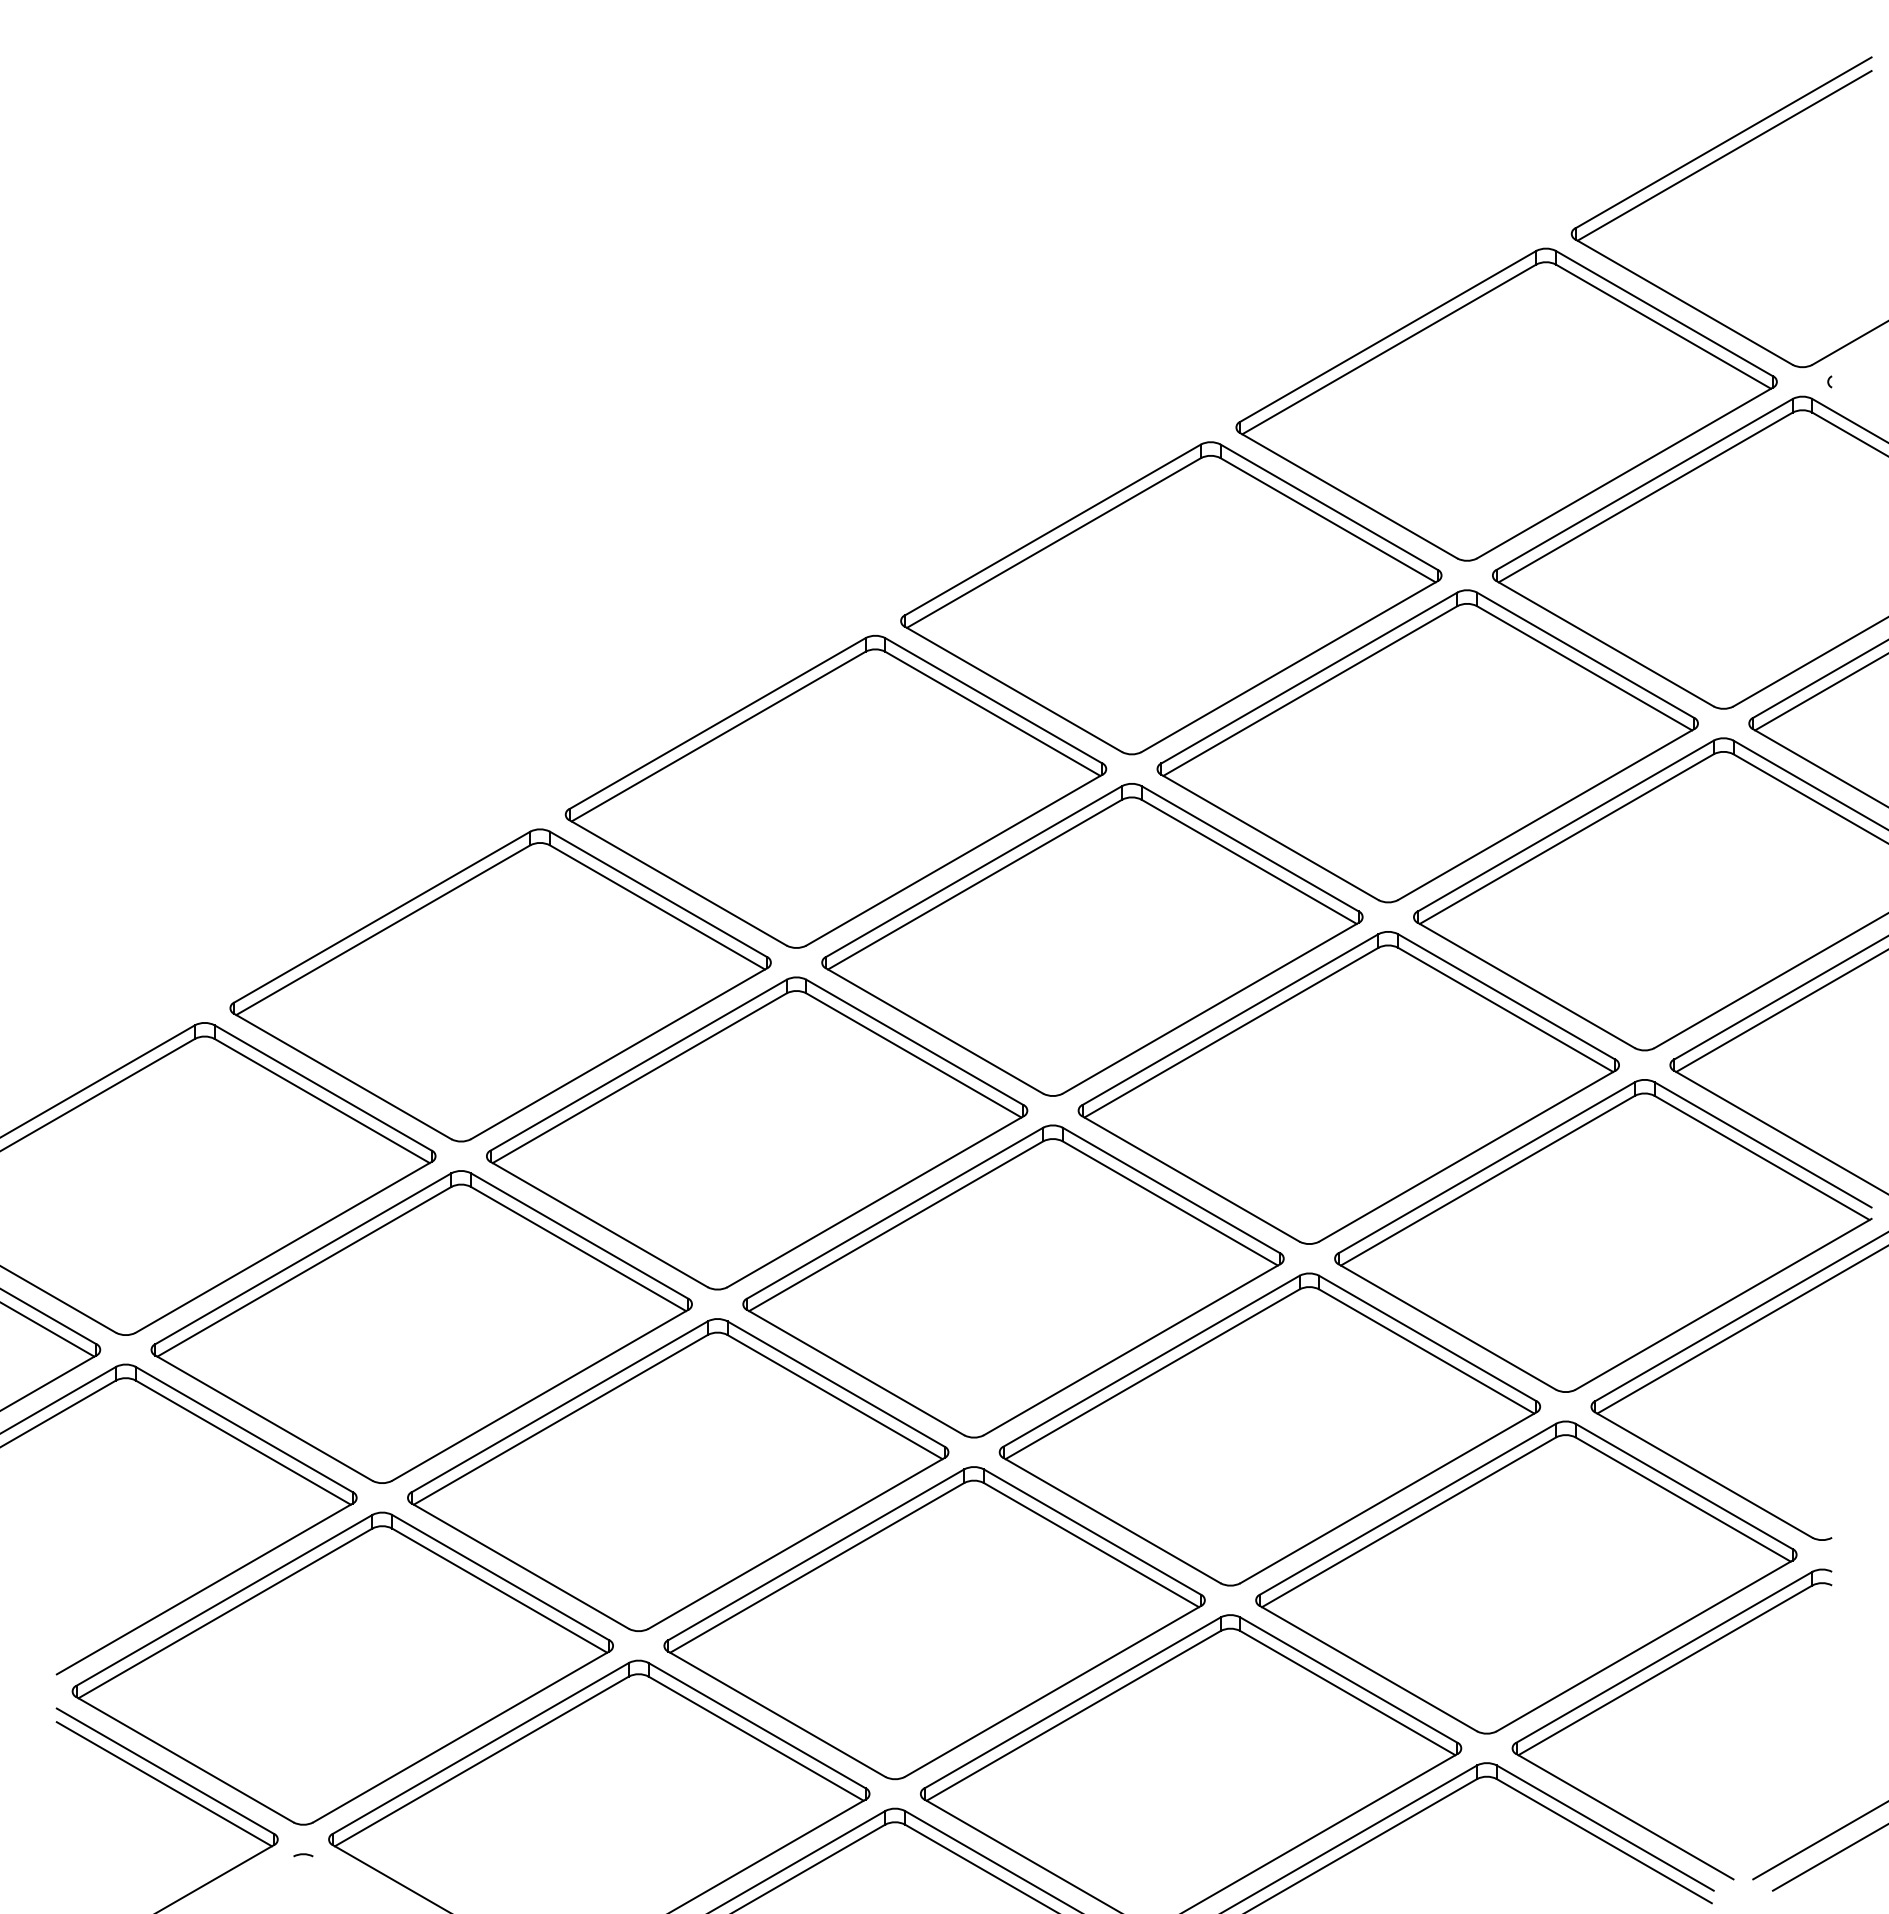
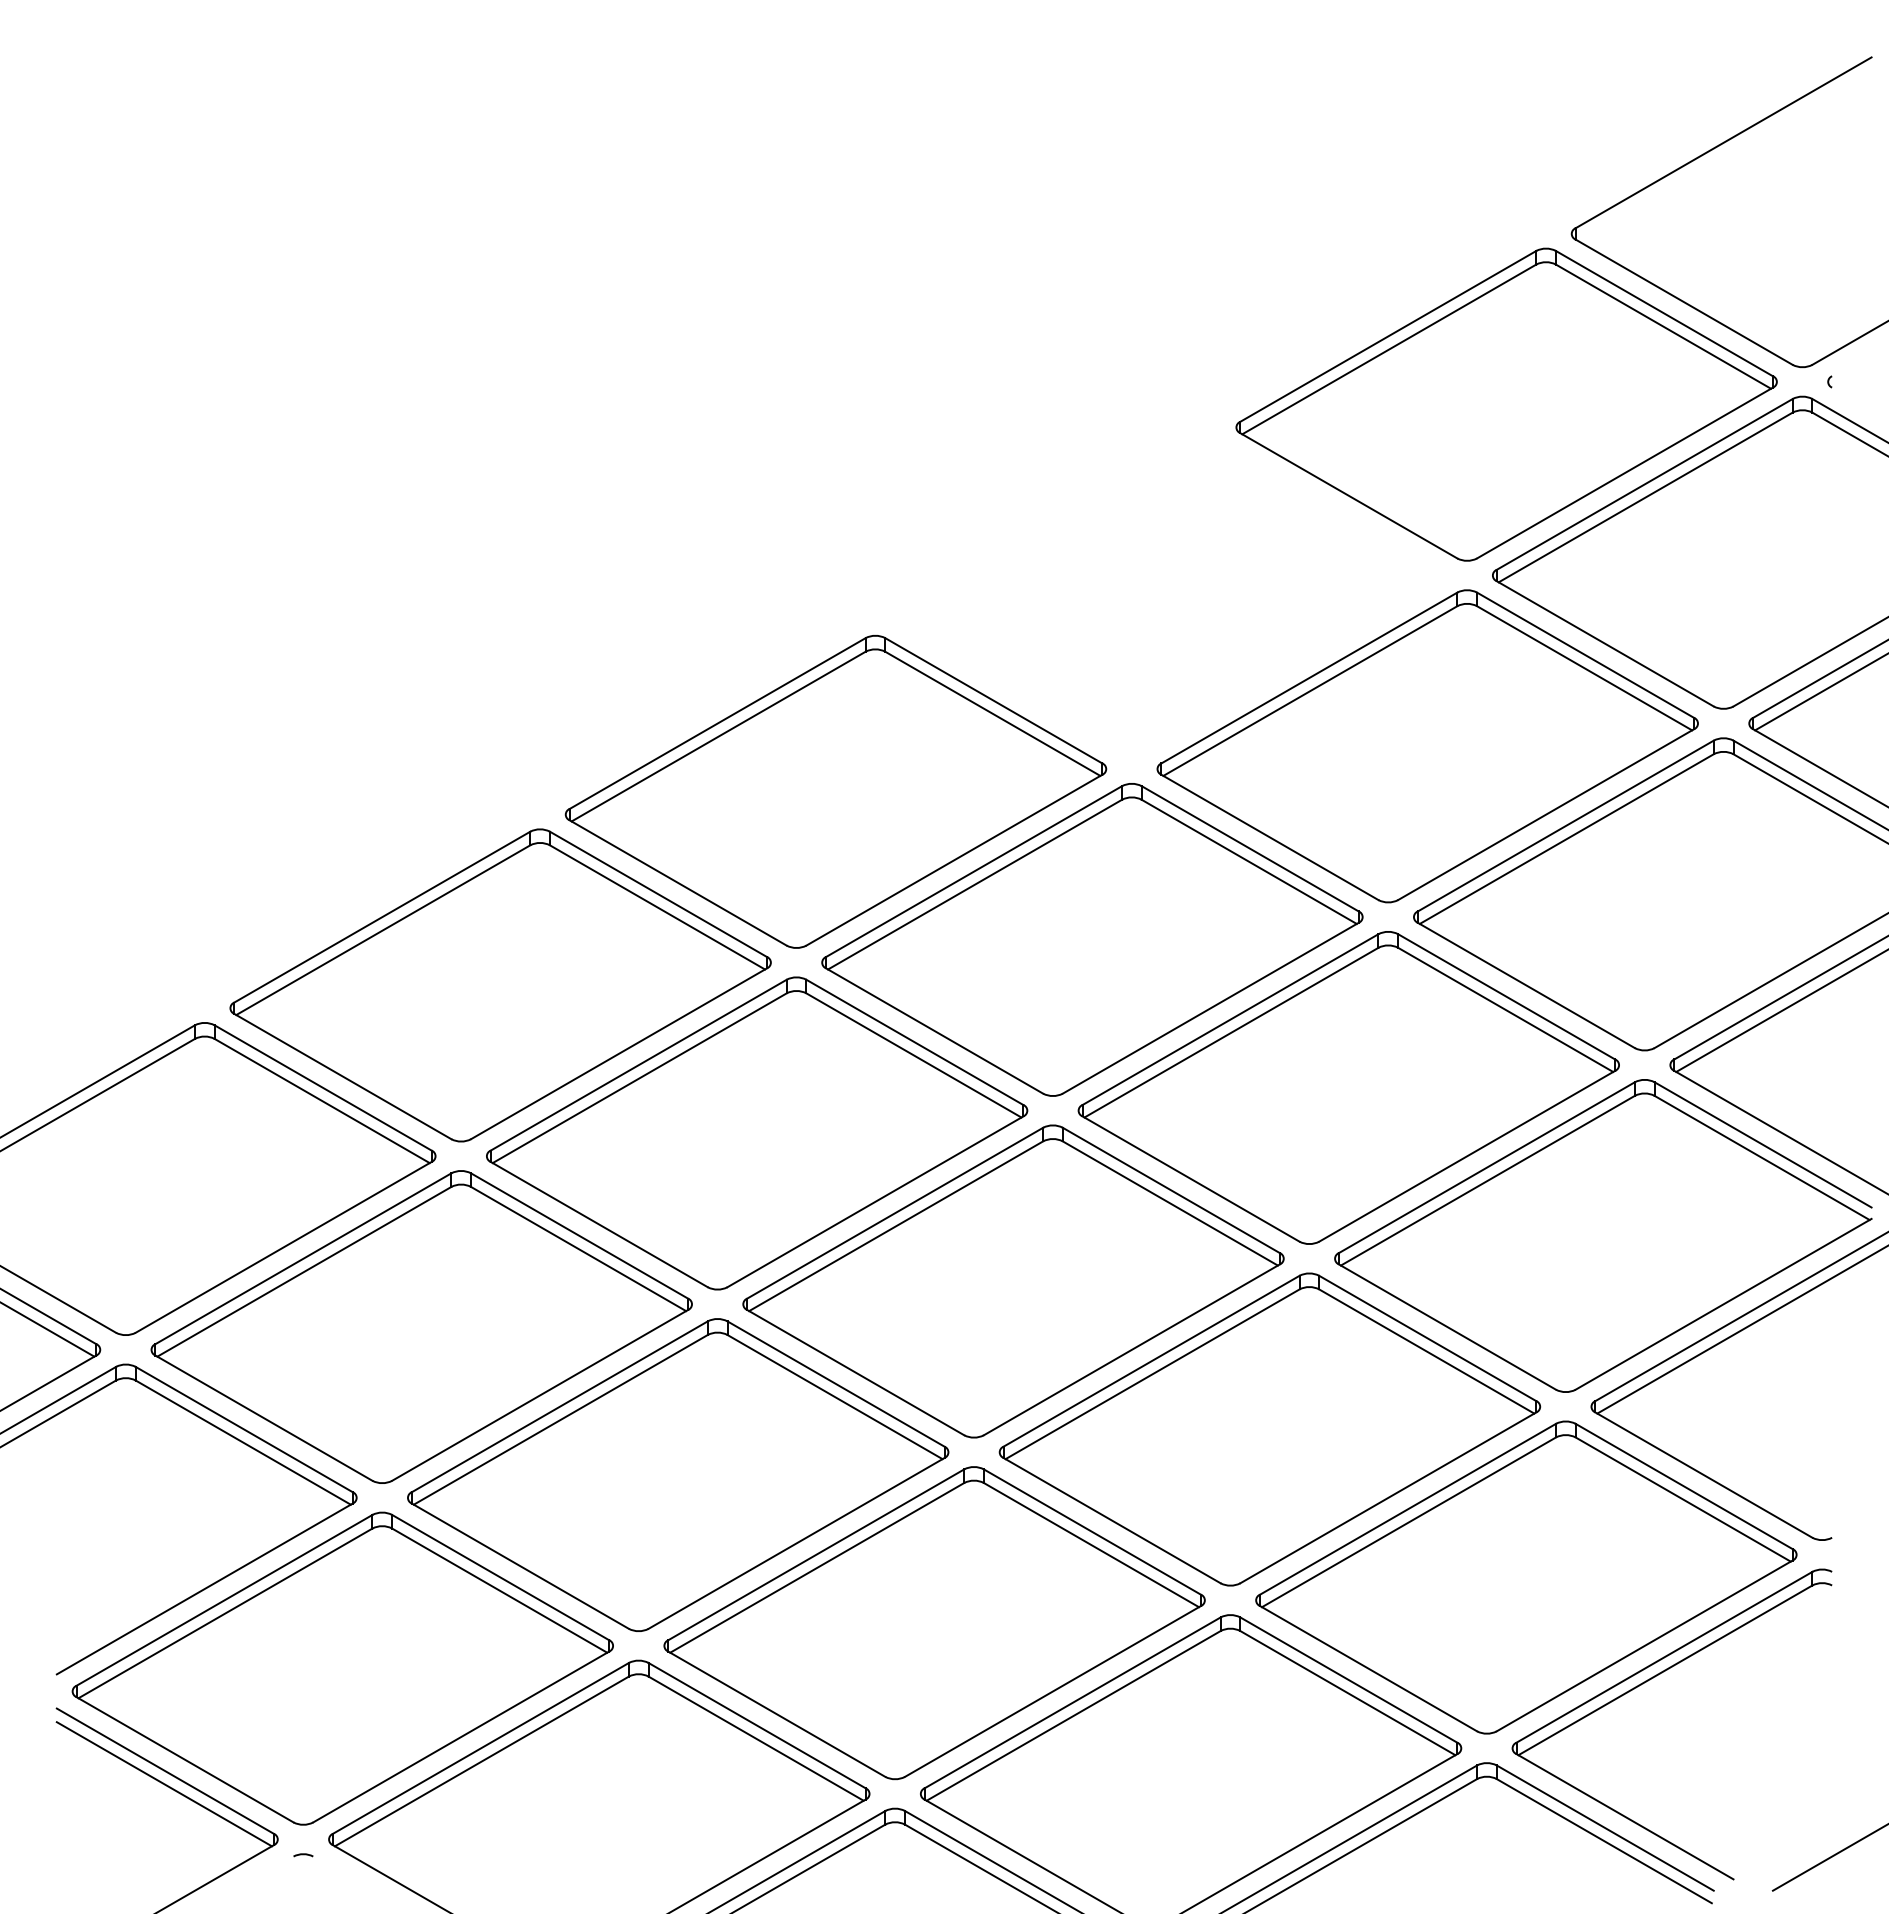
line at (1724, 155): present -> none
part at (1171, 598): present -> none
line at (1819, 1840): present -> none
